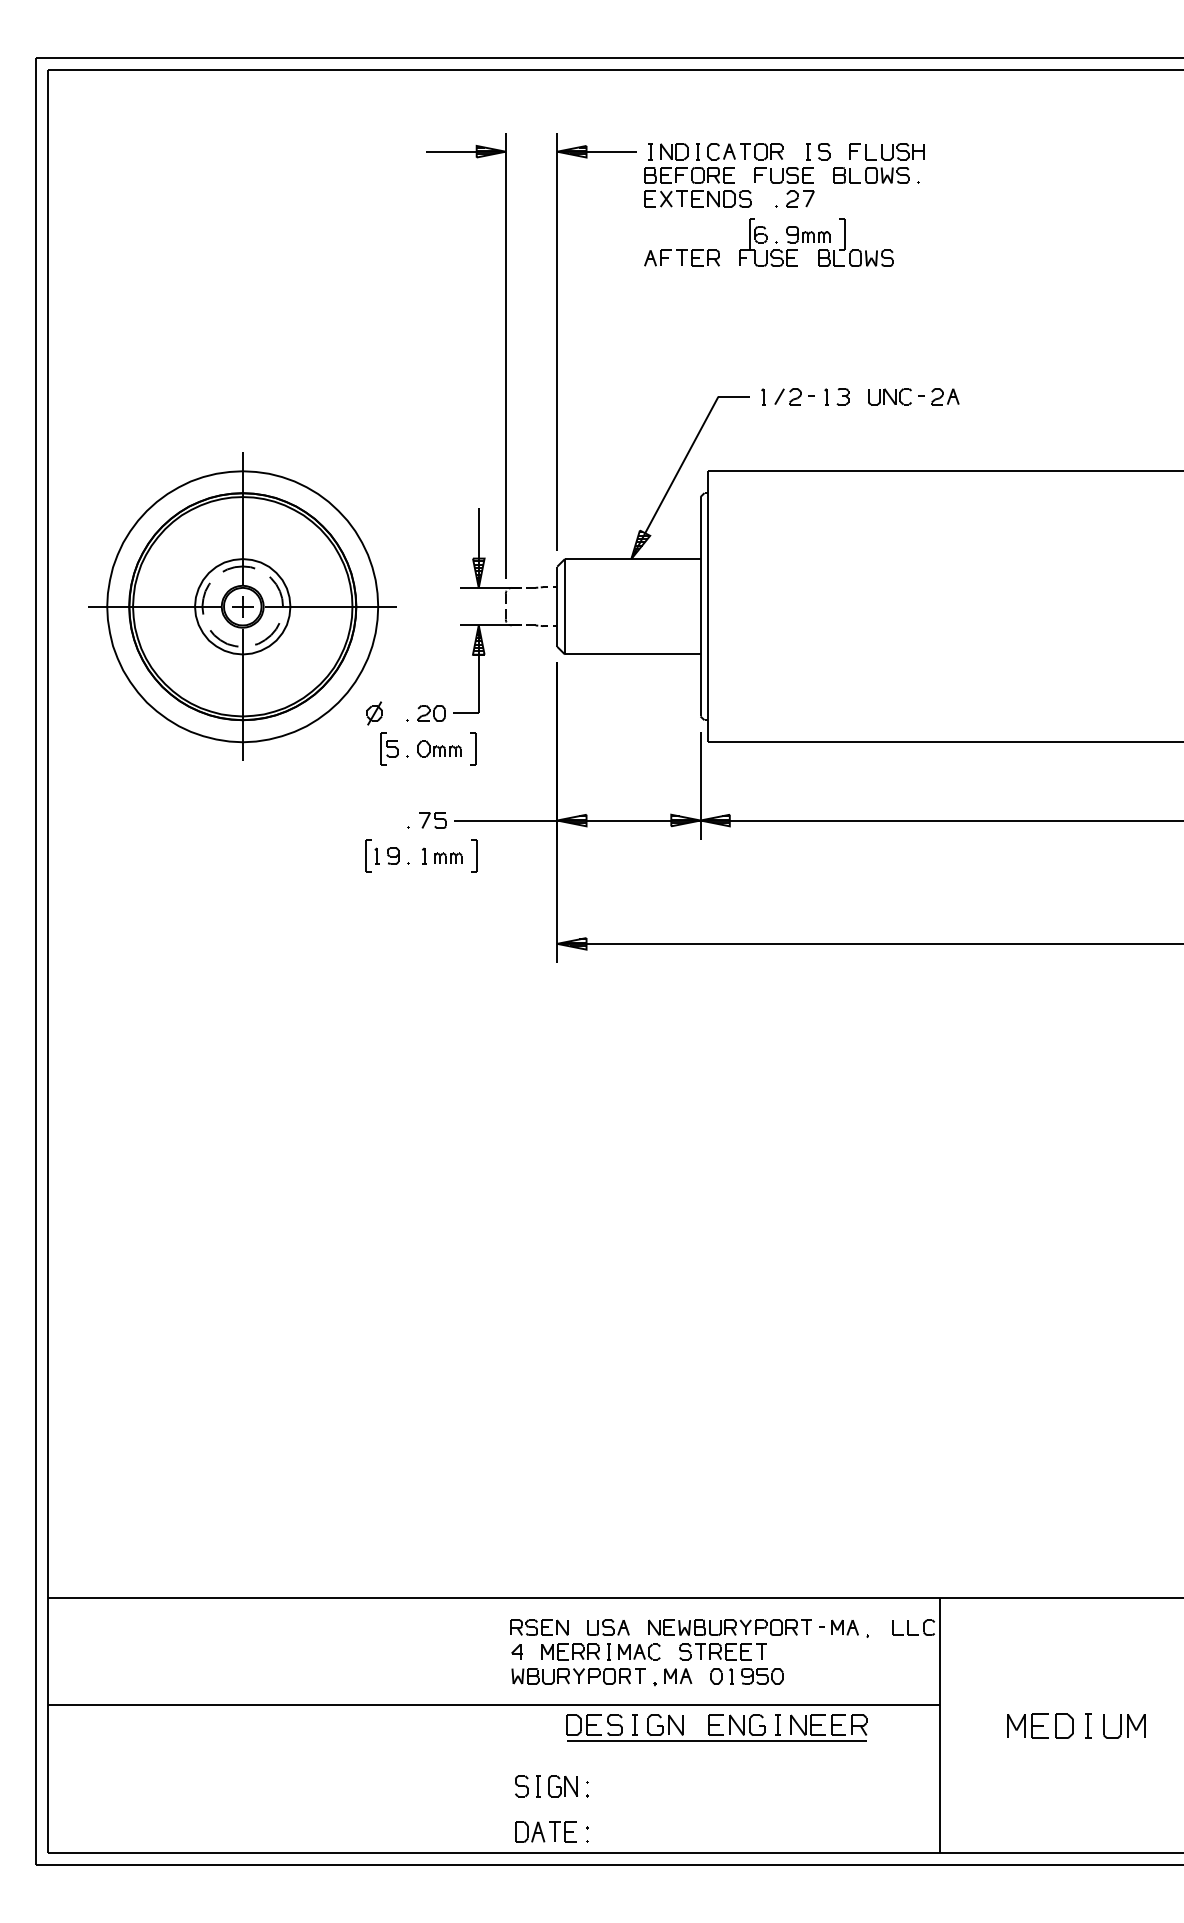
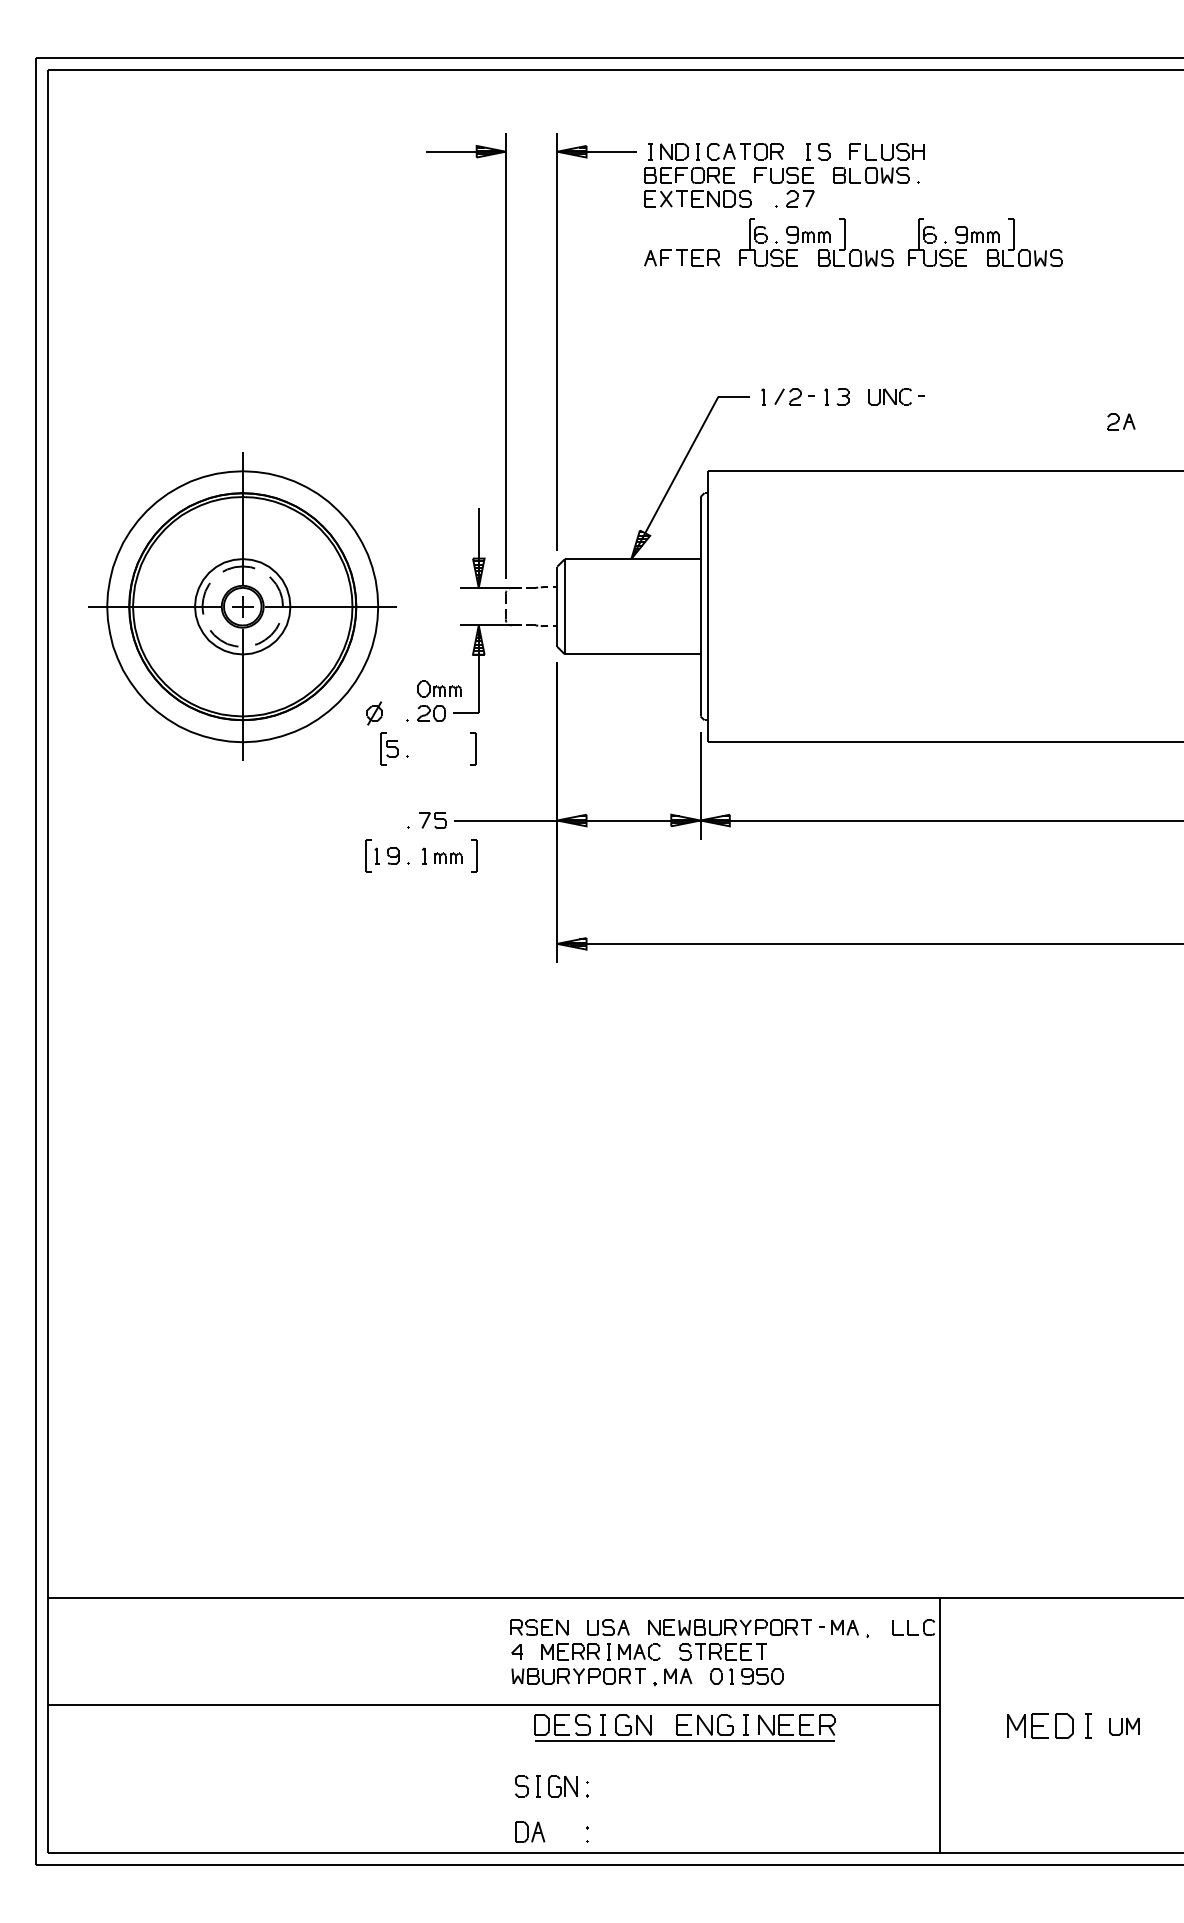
part at (985, 242): none -> present
part at (945, 396) position: (945, 396) -> (1121, 421)
part at (439, 748) position: (439, 748) -> (439, 688)
part at (1124, 1726) size: 43x25 px -> 31x19 px
part at (716, 1727) position: (716, 1727) -> (684, 1727)
part at (562, 1831): present -> none
